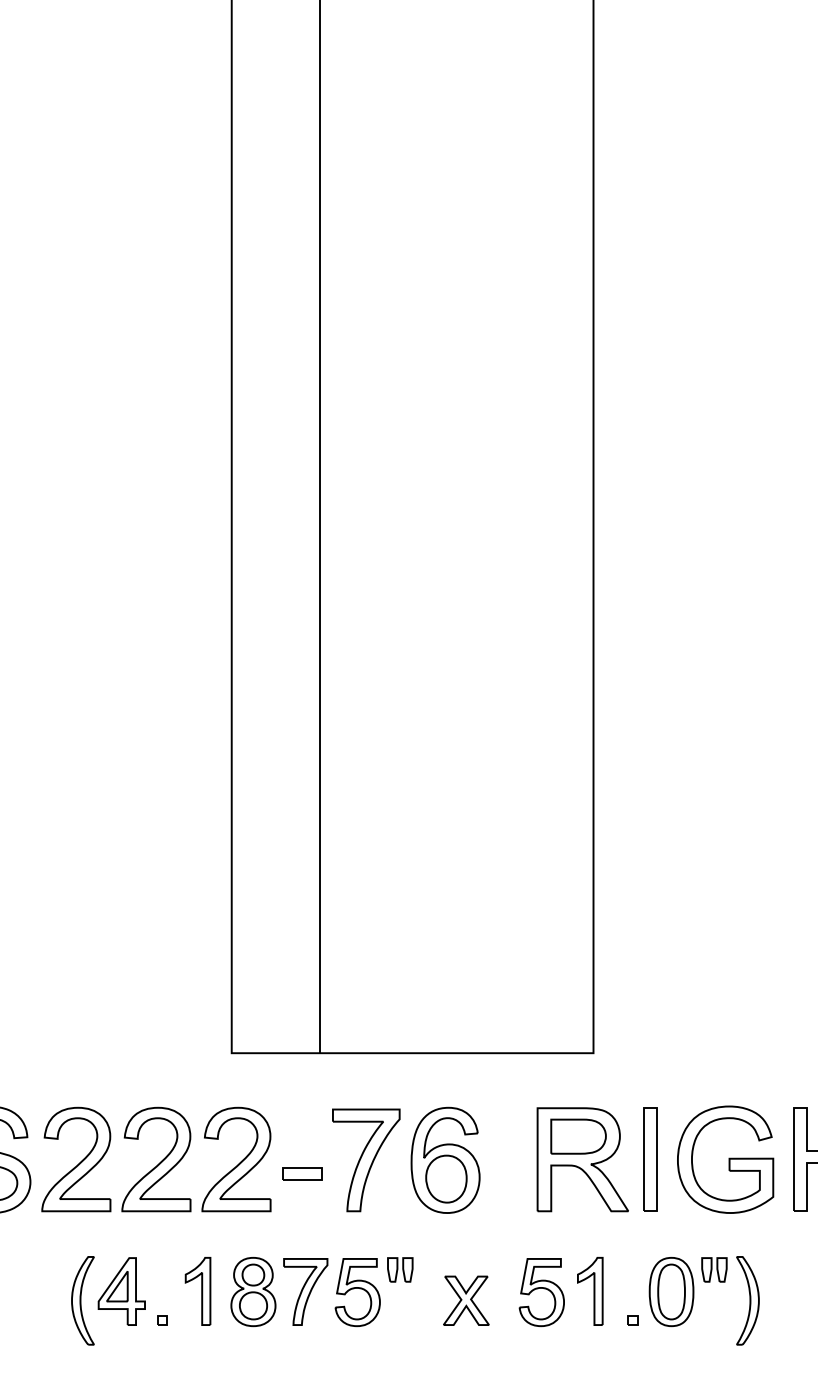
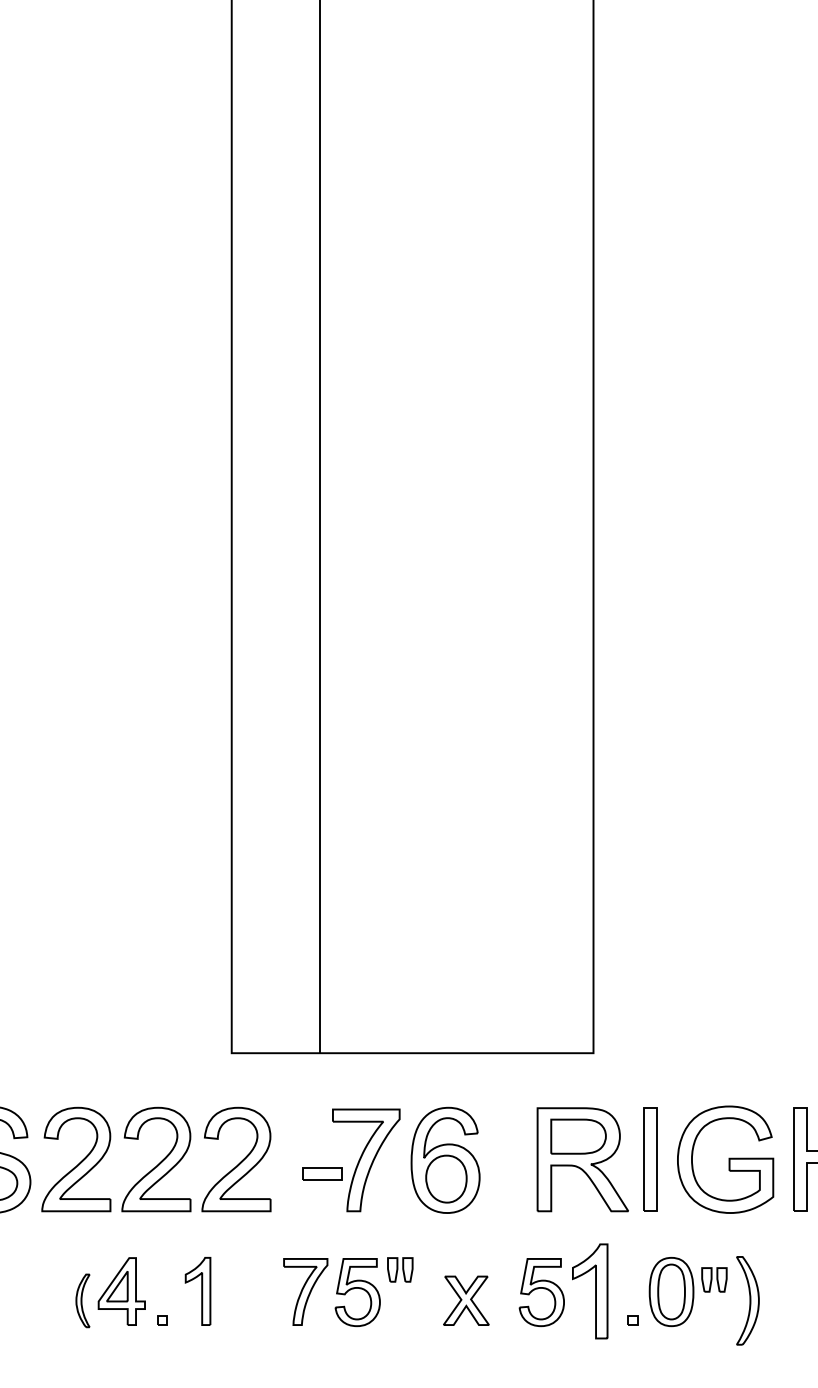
part at (302, 1173) position: (302, 1173) -> (322, 1173)
part at (714, 1269) position: (714, 1269) -> (714, 1279)
part at (590, 1291) size: 27x69 px -> 37x97 px
part at (253, 1292): present -> none
part at (82, 1300) size: 24x90 px -> 16x56 px
